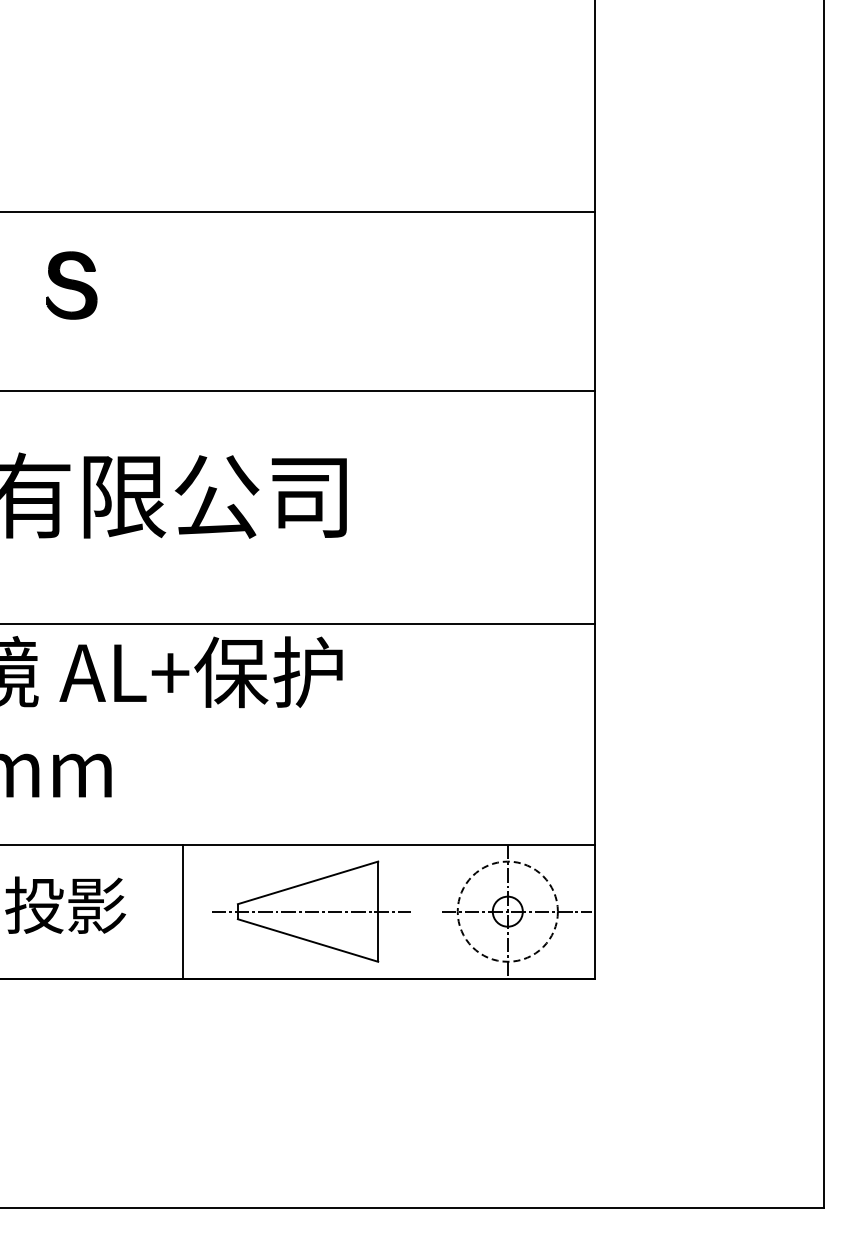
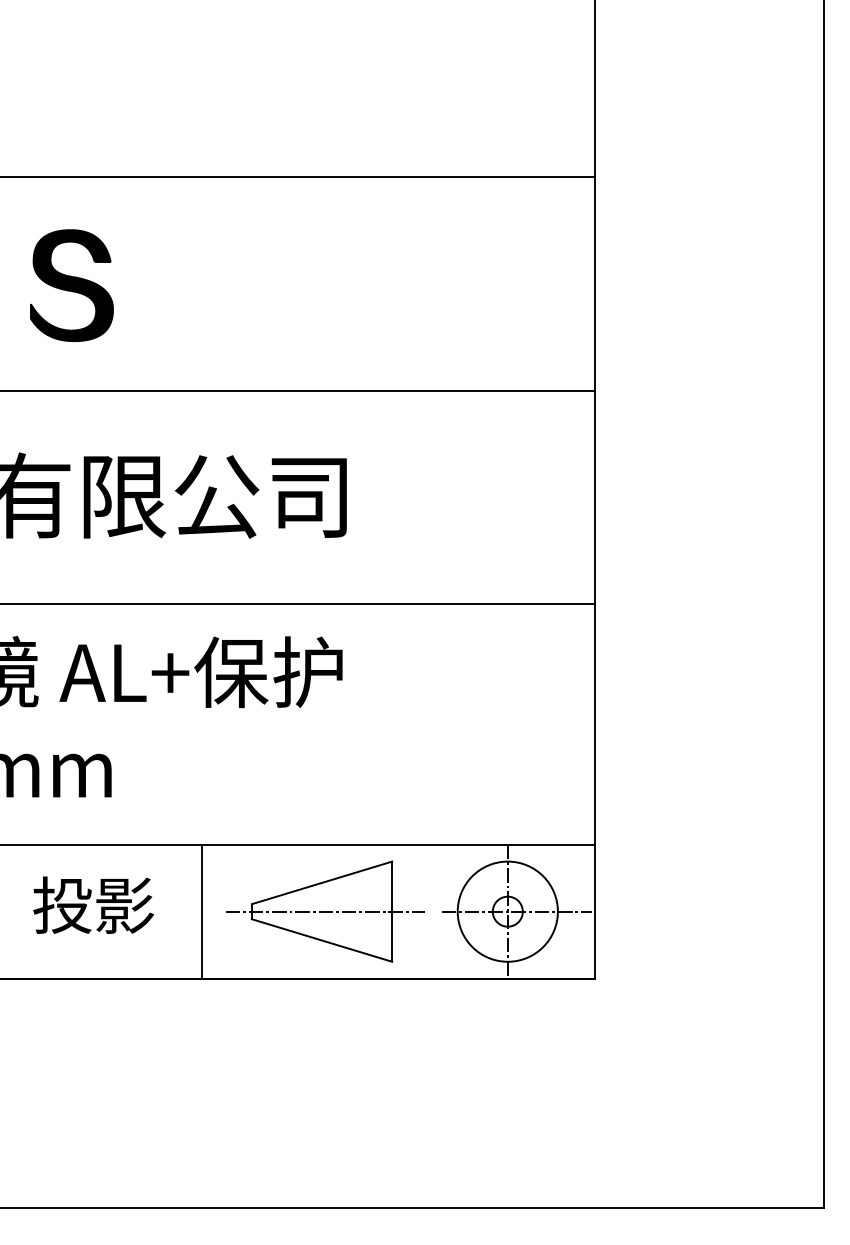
line at (298, 211) position: (298, 211) -> (298, 176)
part at (71, 285) size: 52x69 px -> 84x113 px
line at (298, 624) position: (298, 624) -> (298, 604)
text at (65, 904) position: (65, 904) -> (93, 904)
line at (182, 911) position: (182, 911) -> (201, 911)
part at (311, 911) position: (311, 911) -> (325, 911)
circle at (507, 911): dashed -> solid
